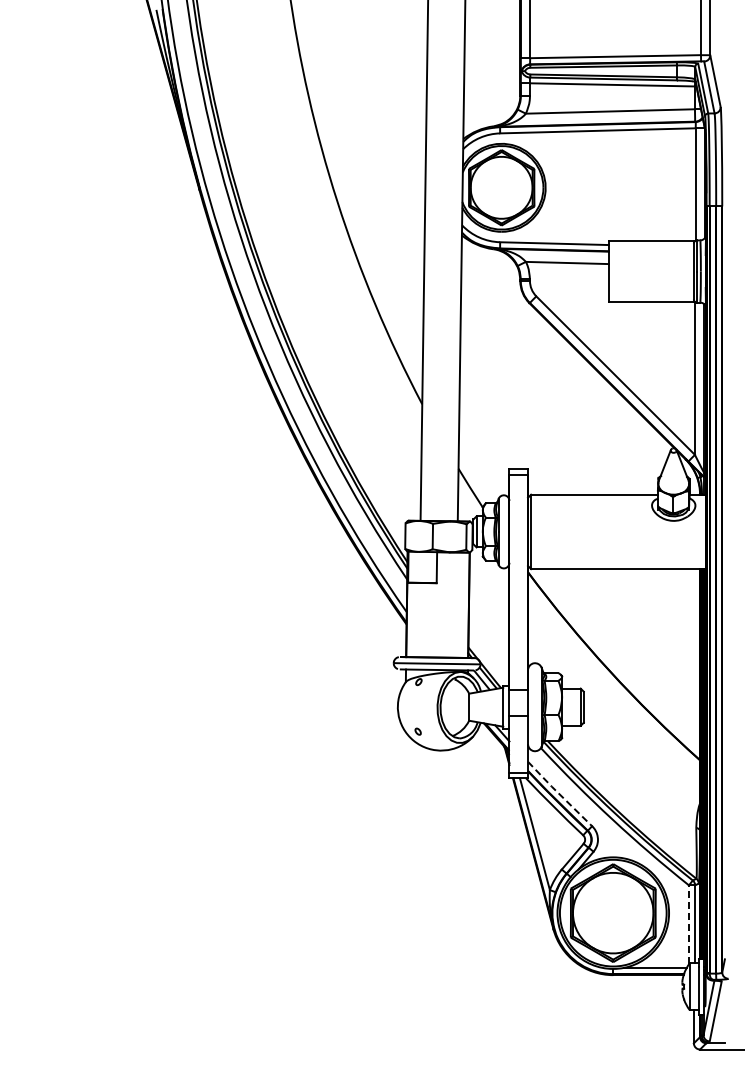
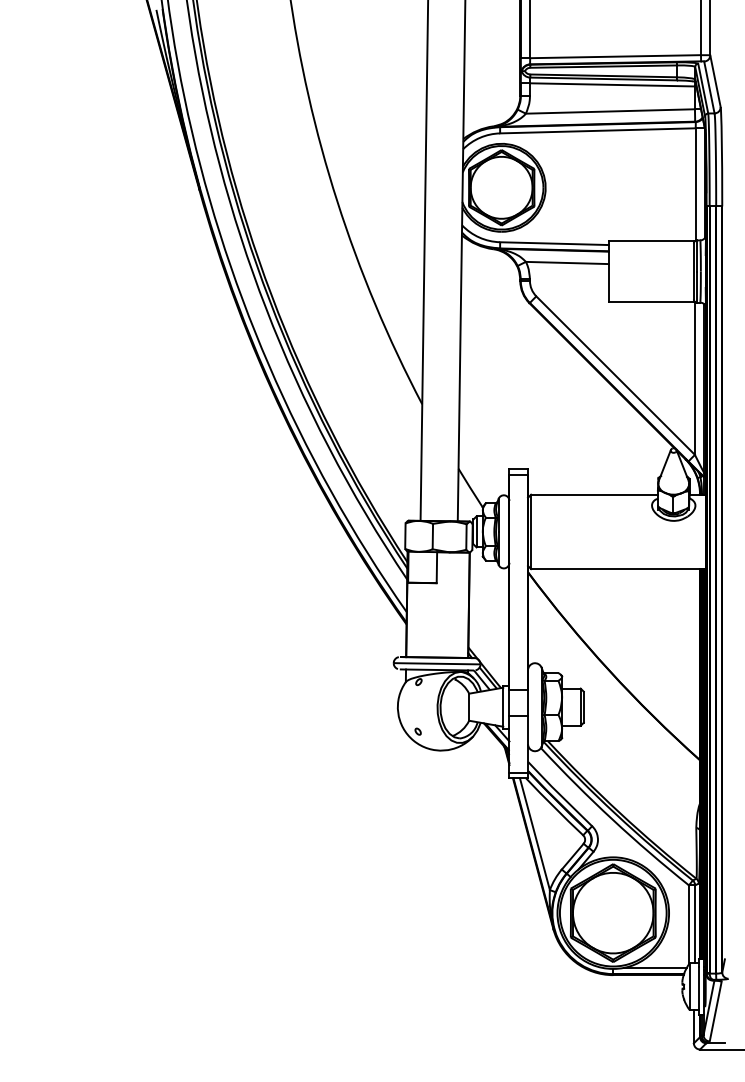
line at (559, 794): dashed -> solid
line at (688, 924): dashed -> solid
